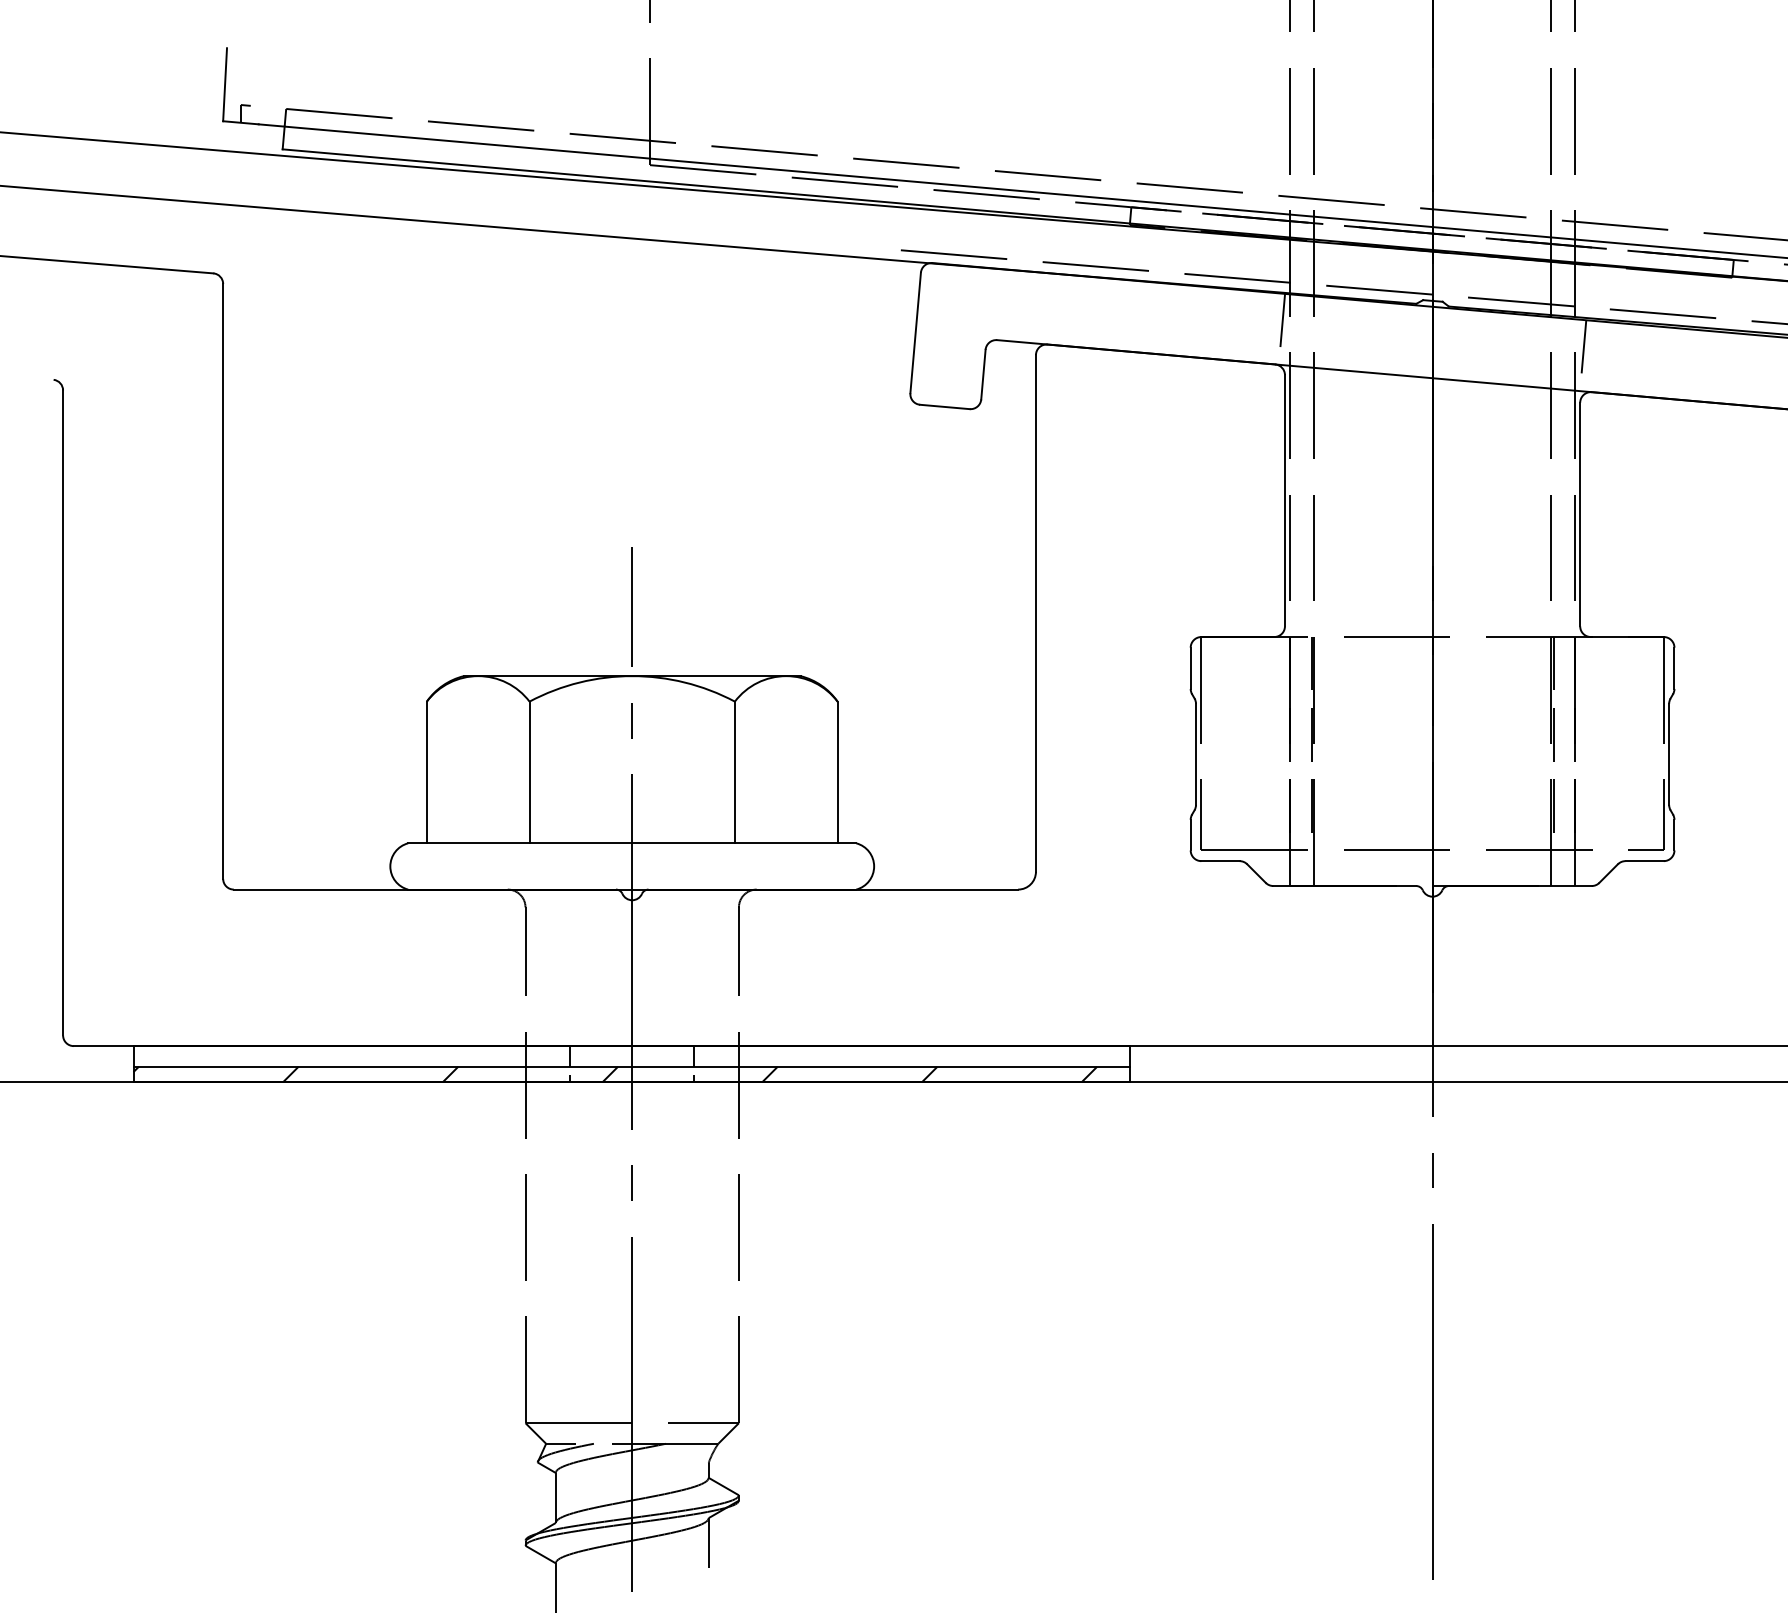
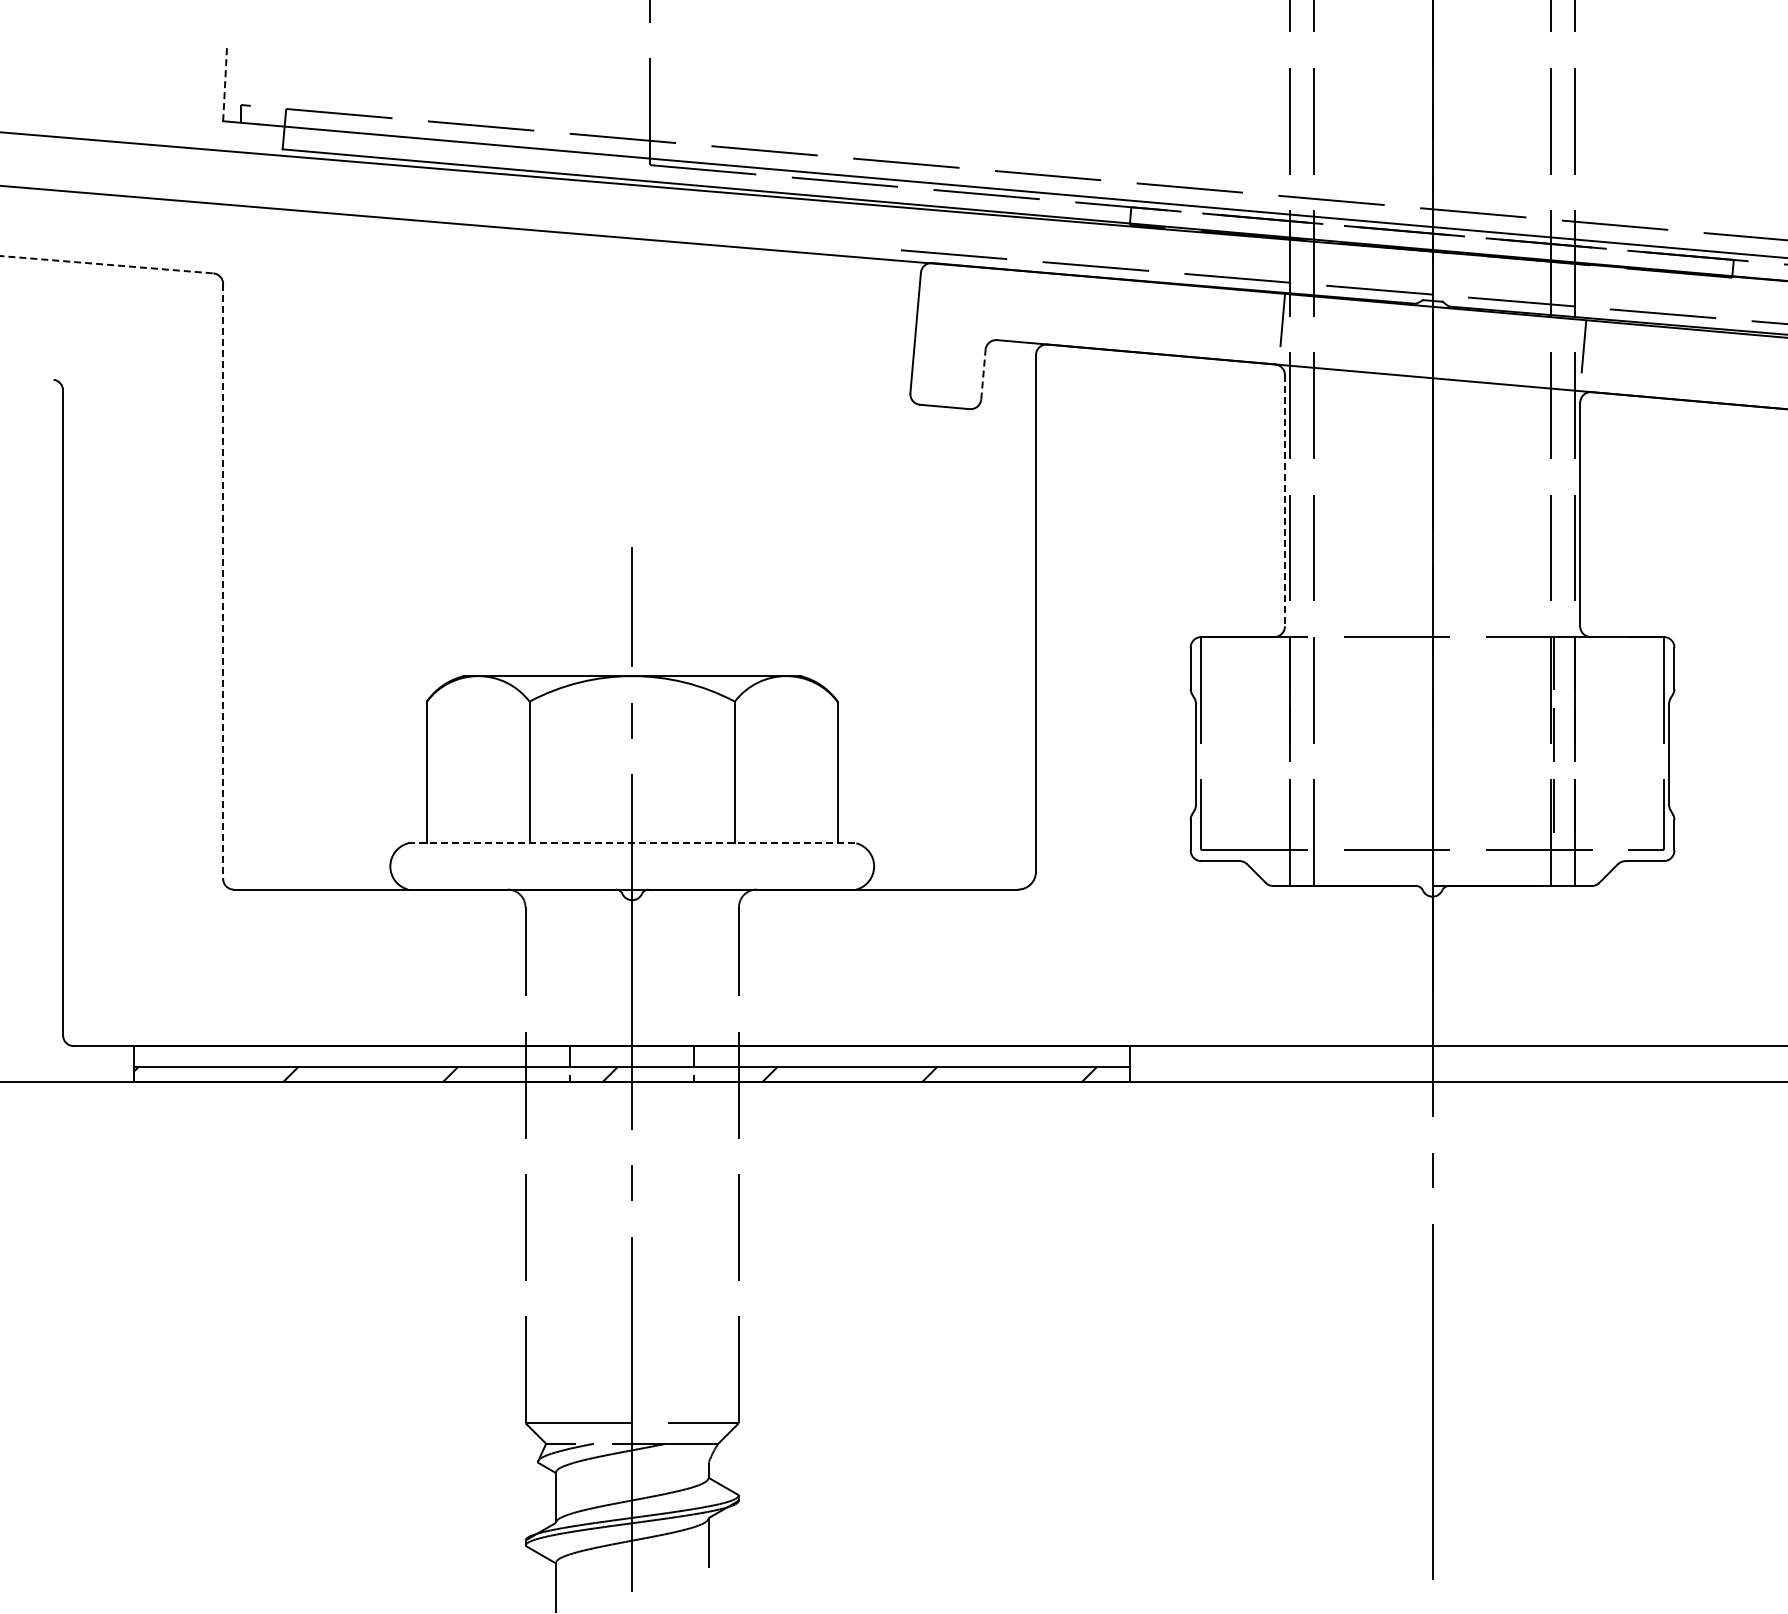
line at (225, 84): solid -> dashed
line at (106, 264): solid -> dashed
line at (983, 374): solid -> dashed
line at (1284, 500): solid -> dashed
line at (223, 581): solid -> dashed
line at (1311, 743): present -> none
line at (632, 843): solid -> dashed
